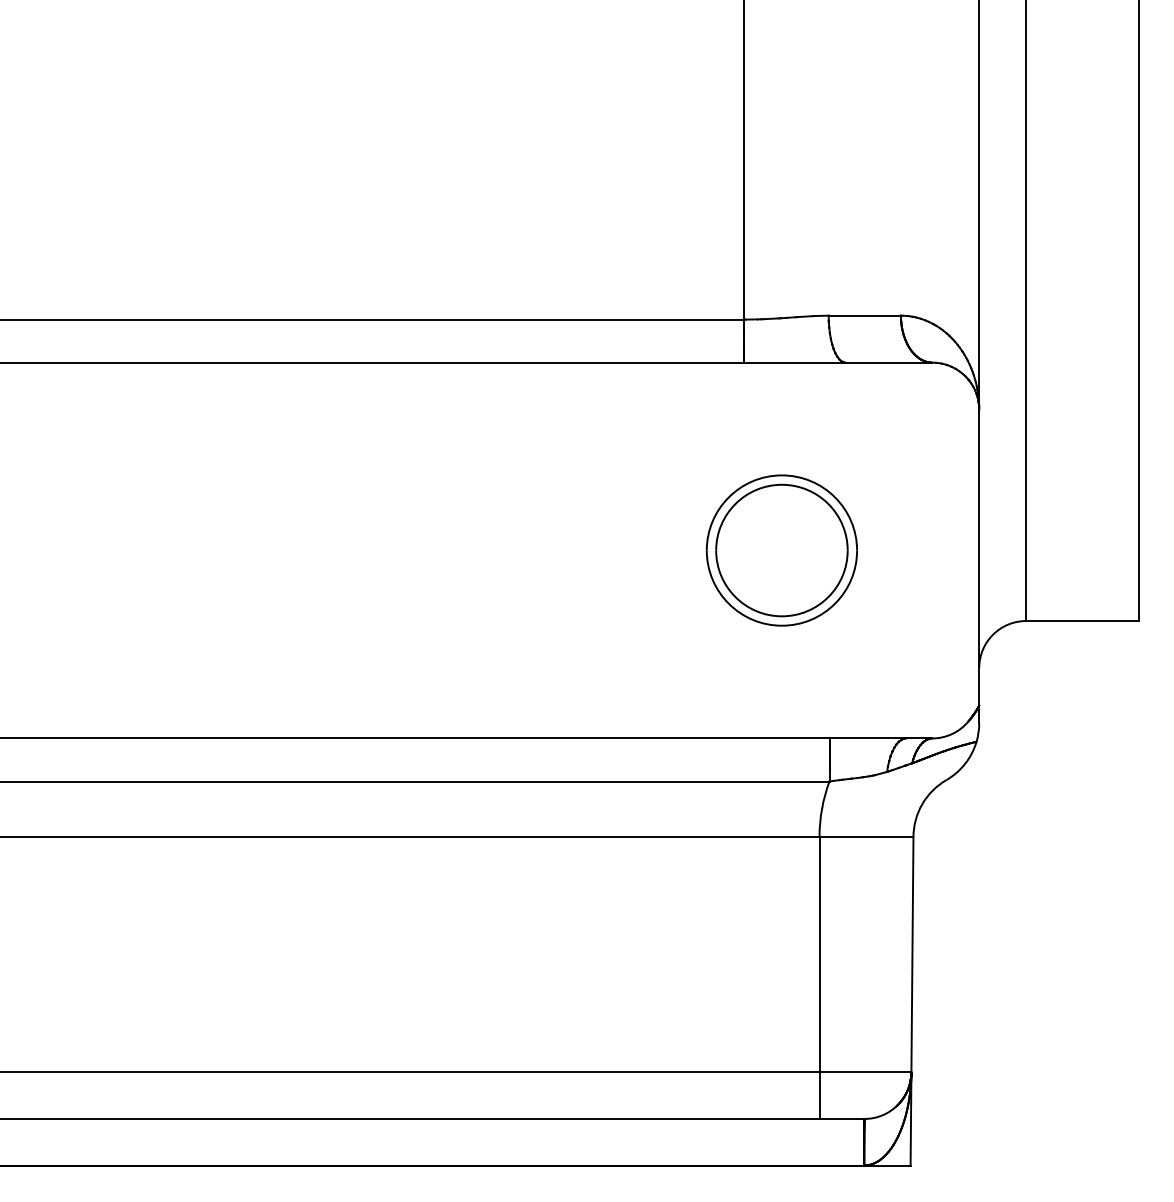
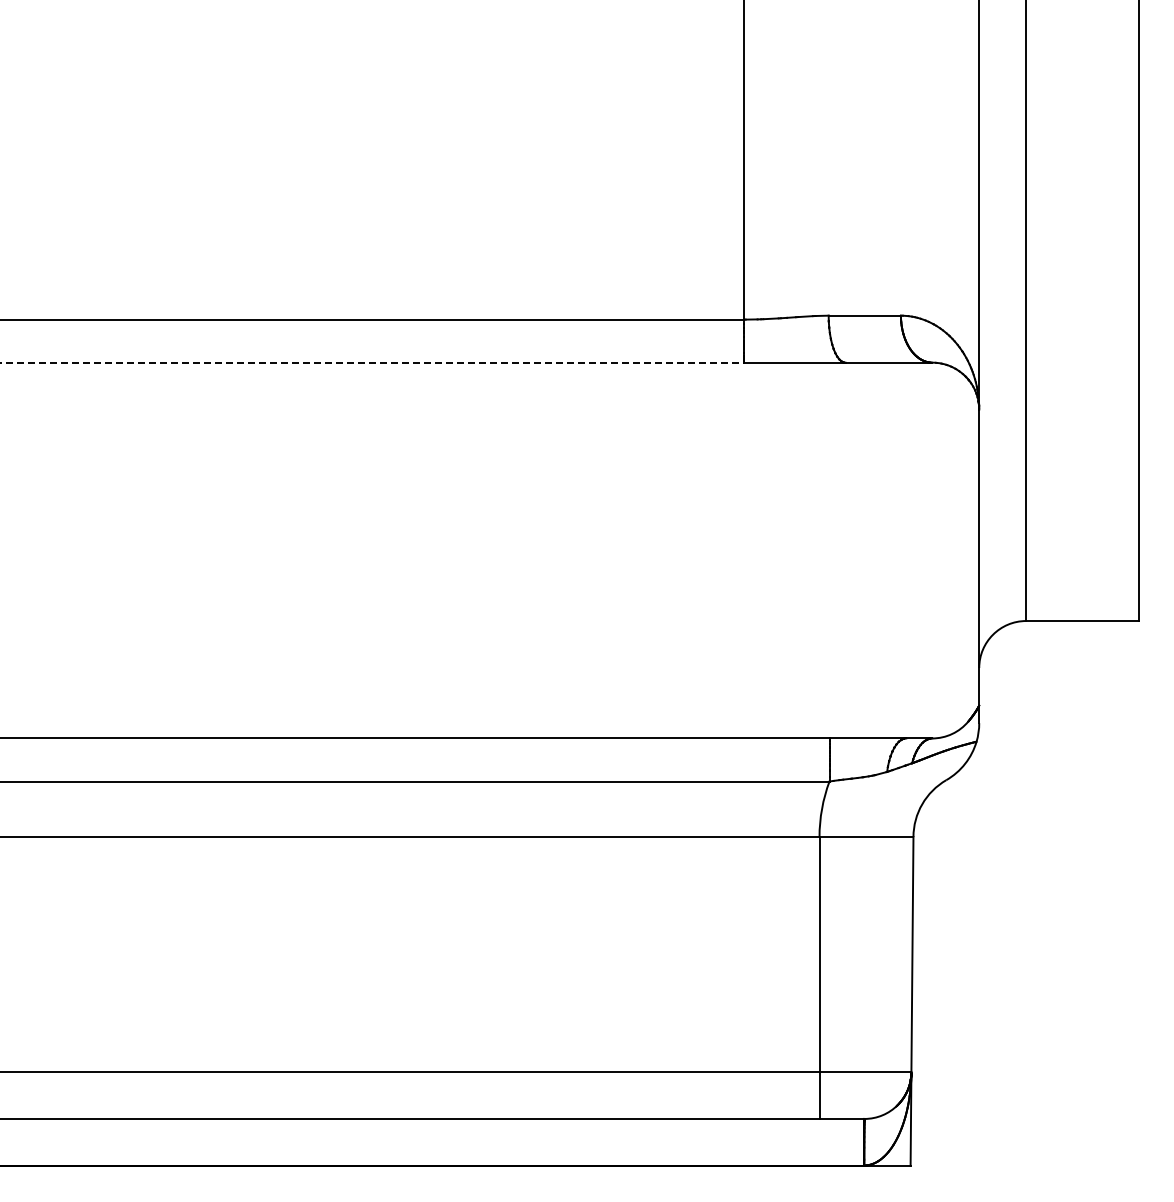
line at (372, 362): solid -> dashed
part at (781, 550): present -> none
